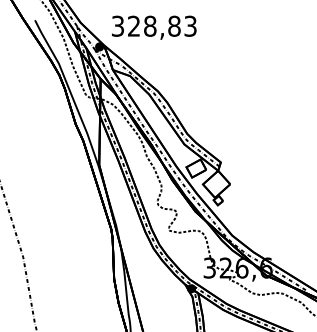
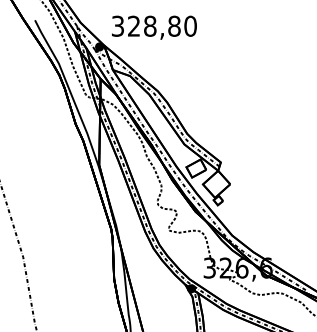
text at (190, 25): 328,83 -> 328,80
